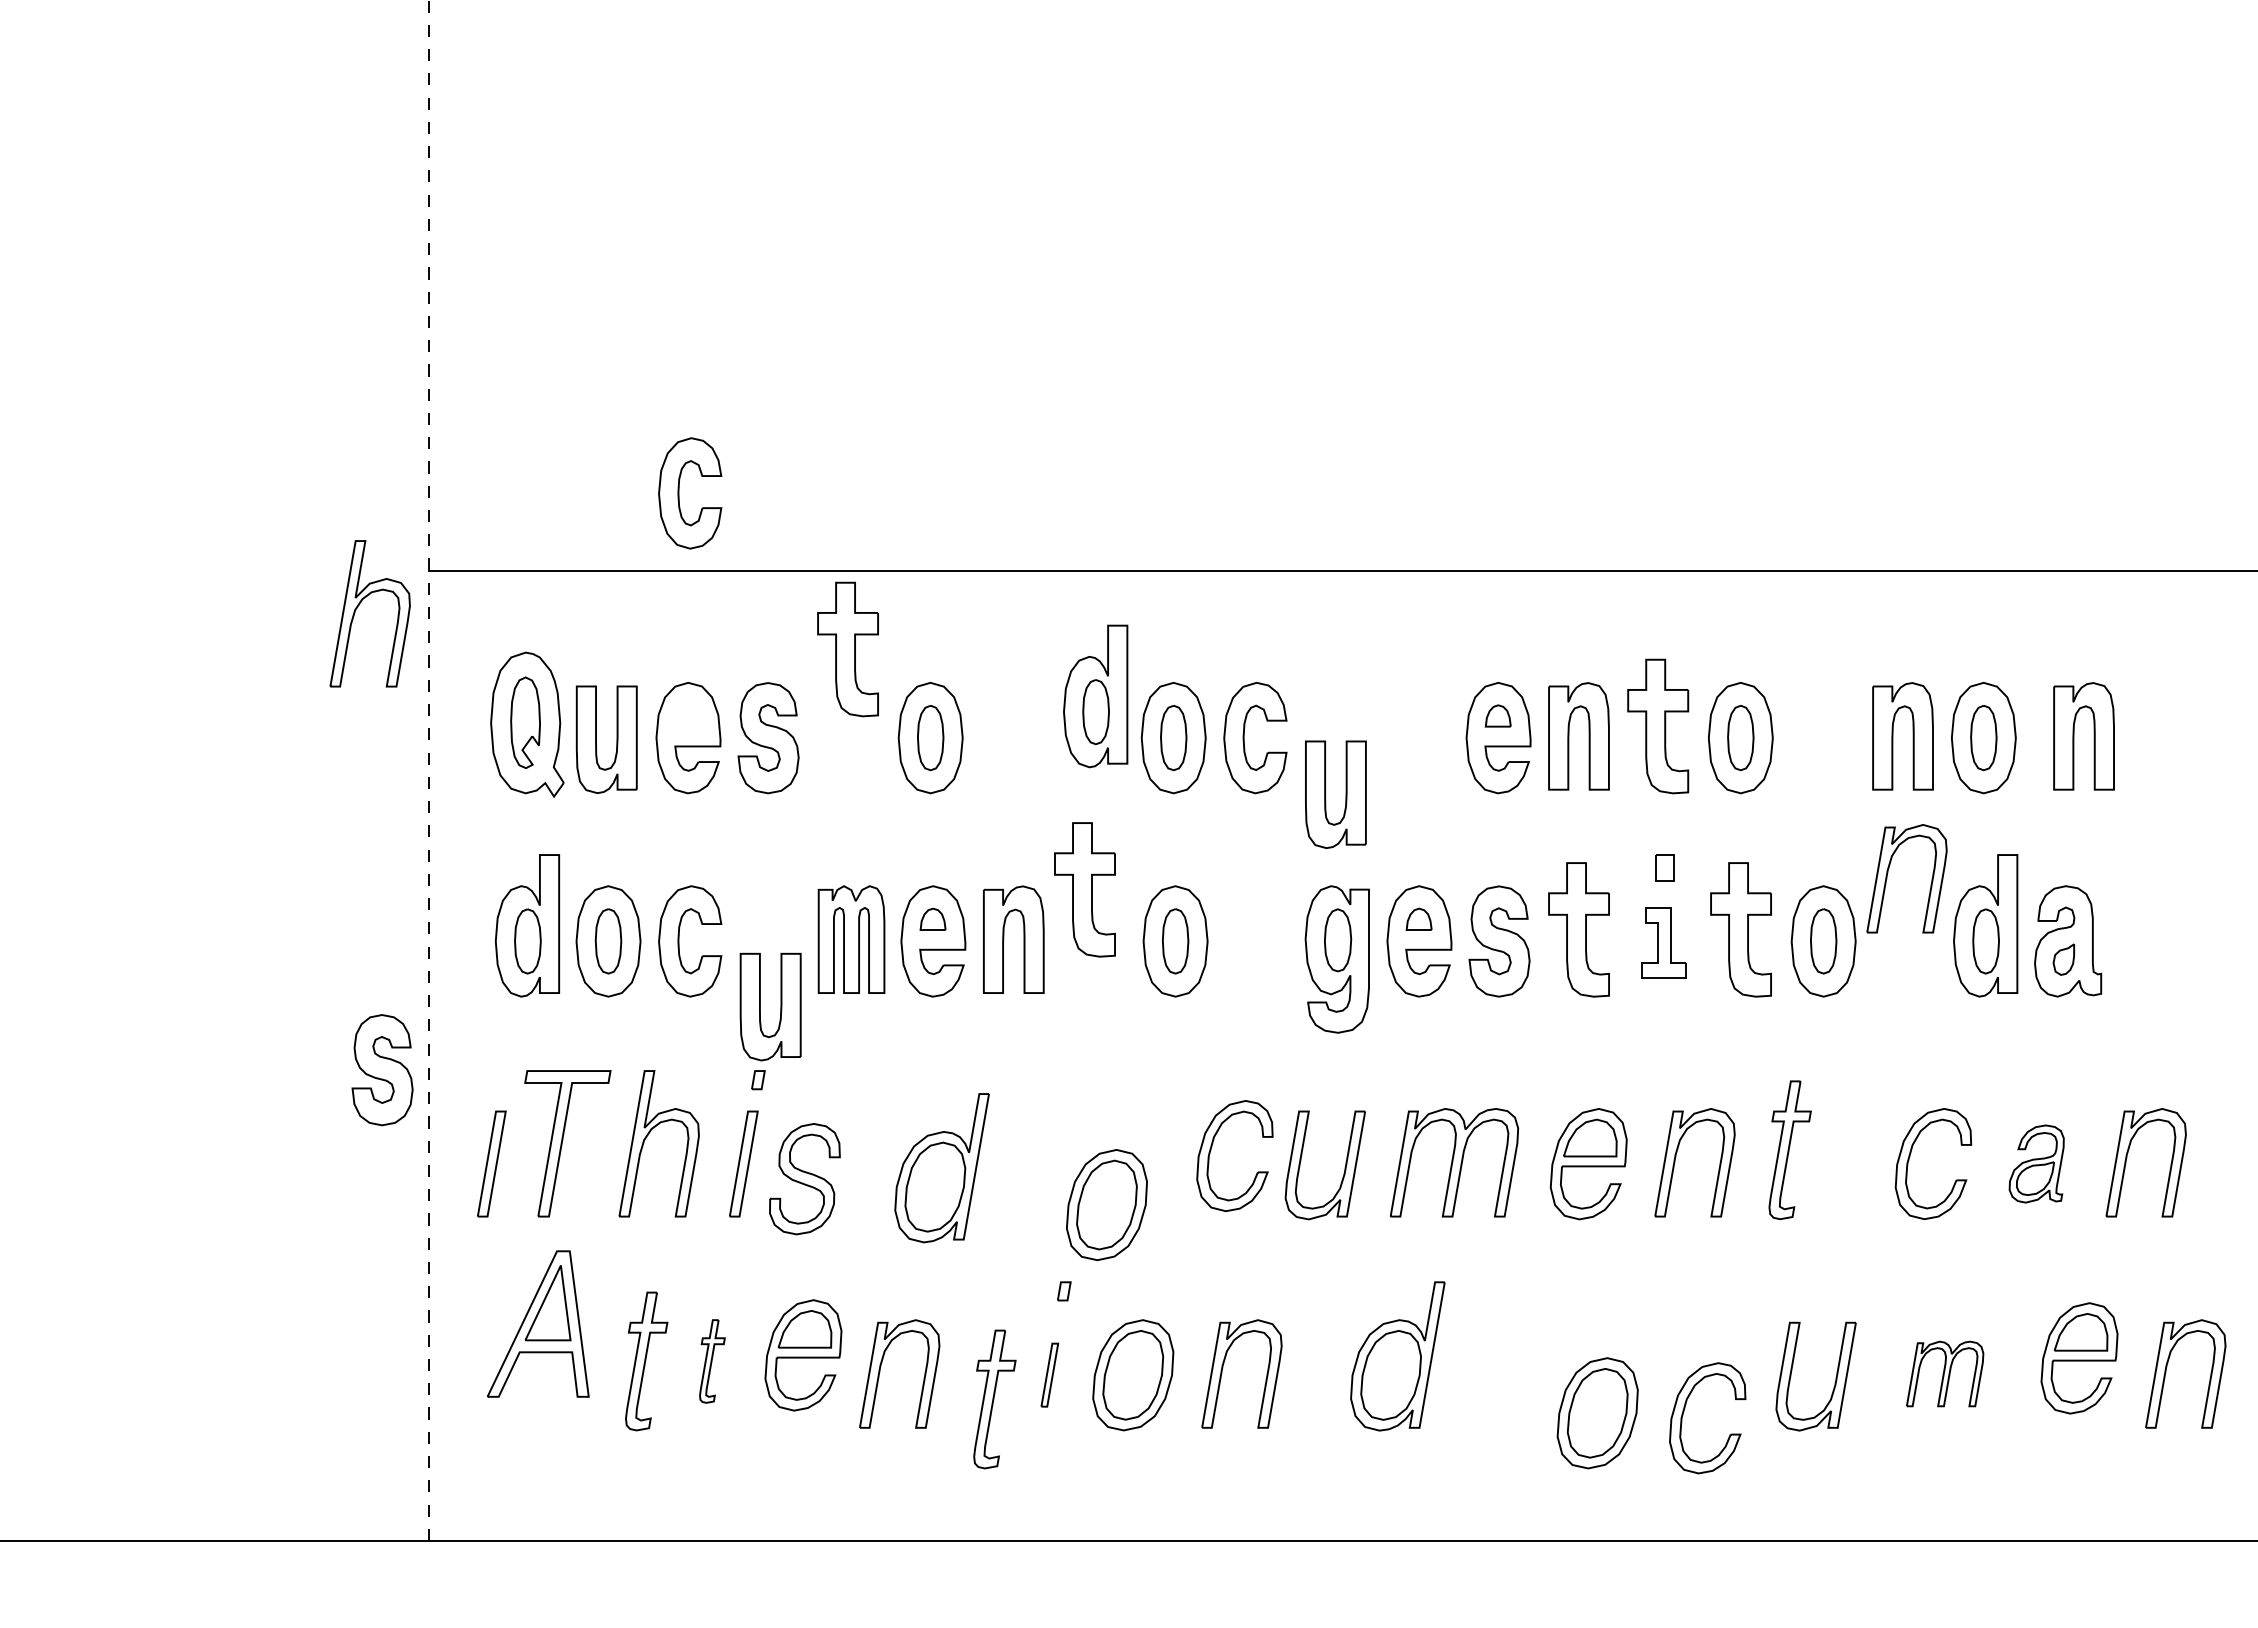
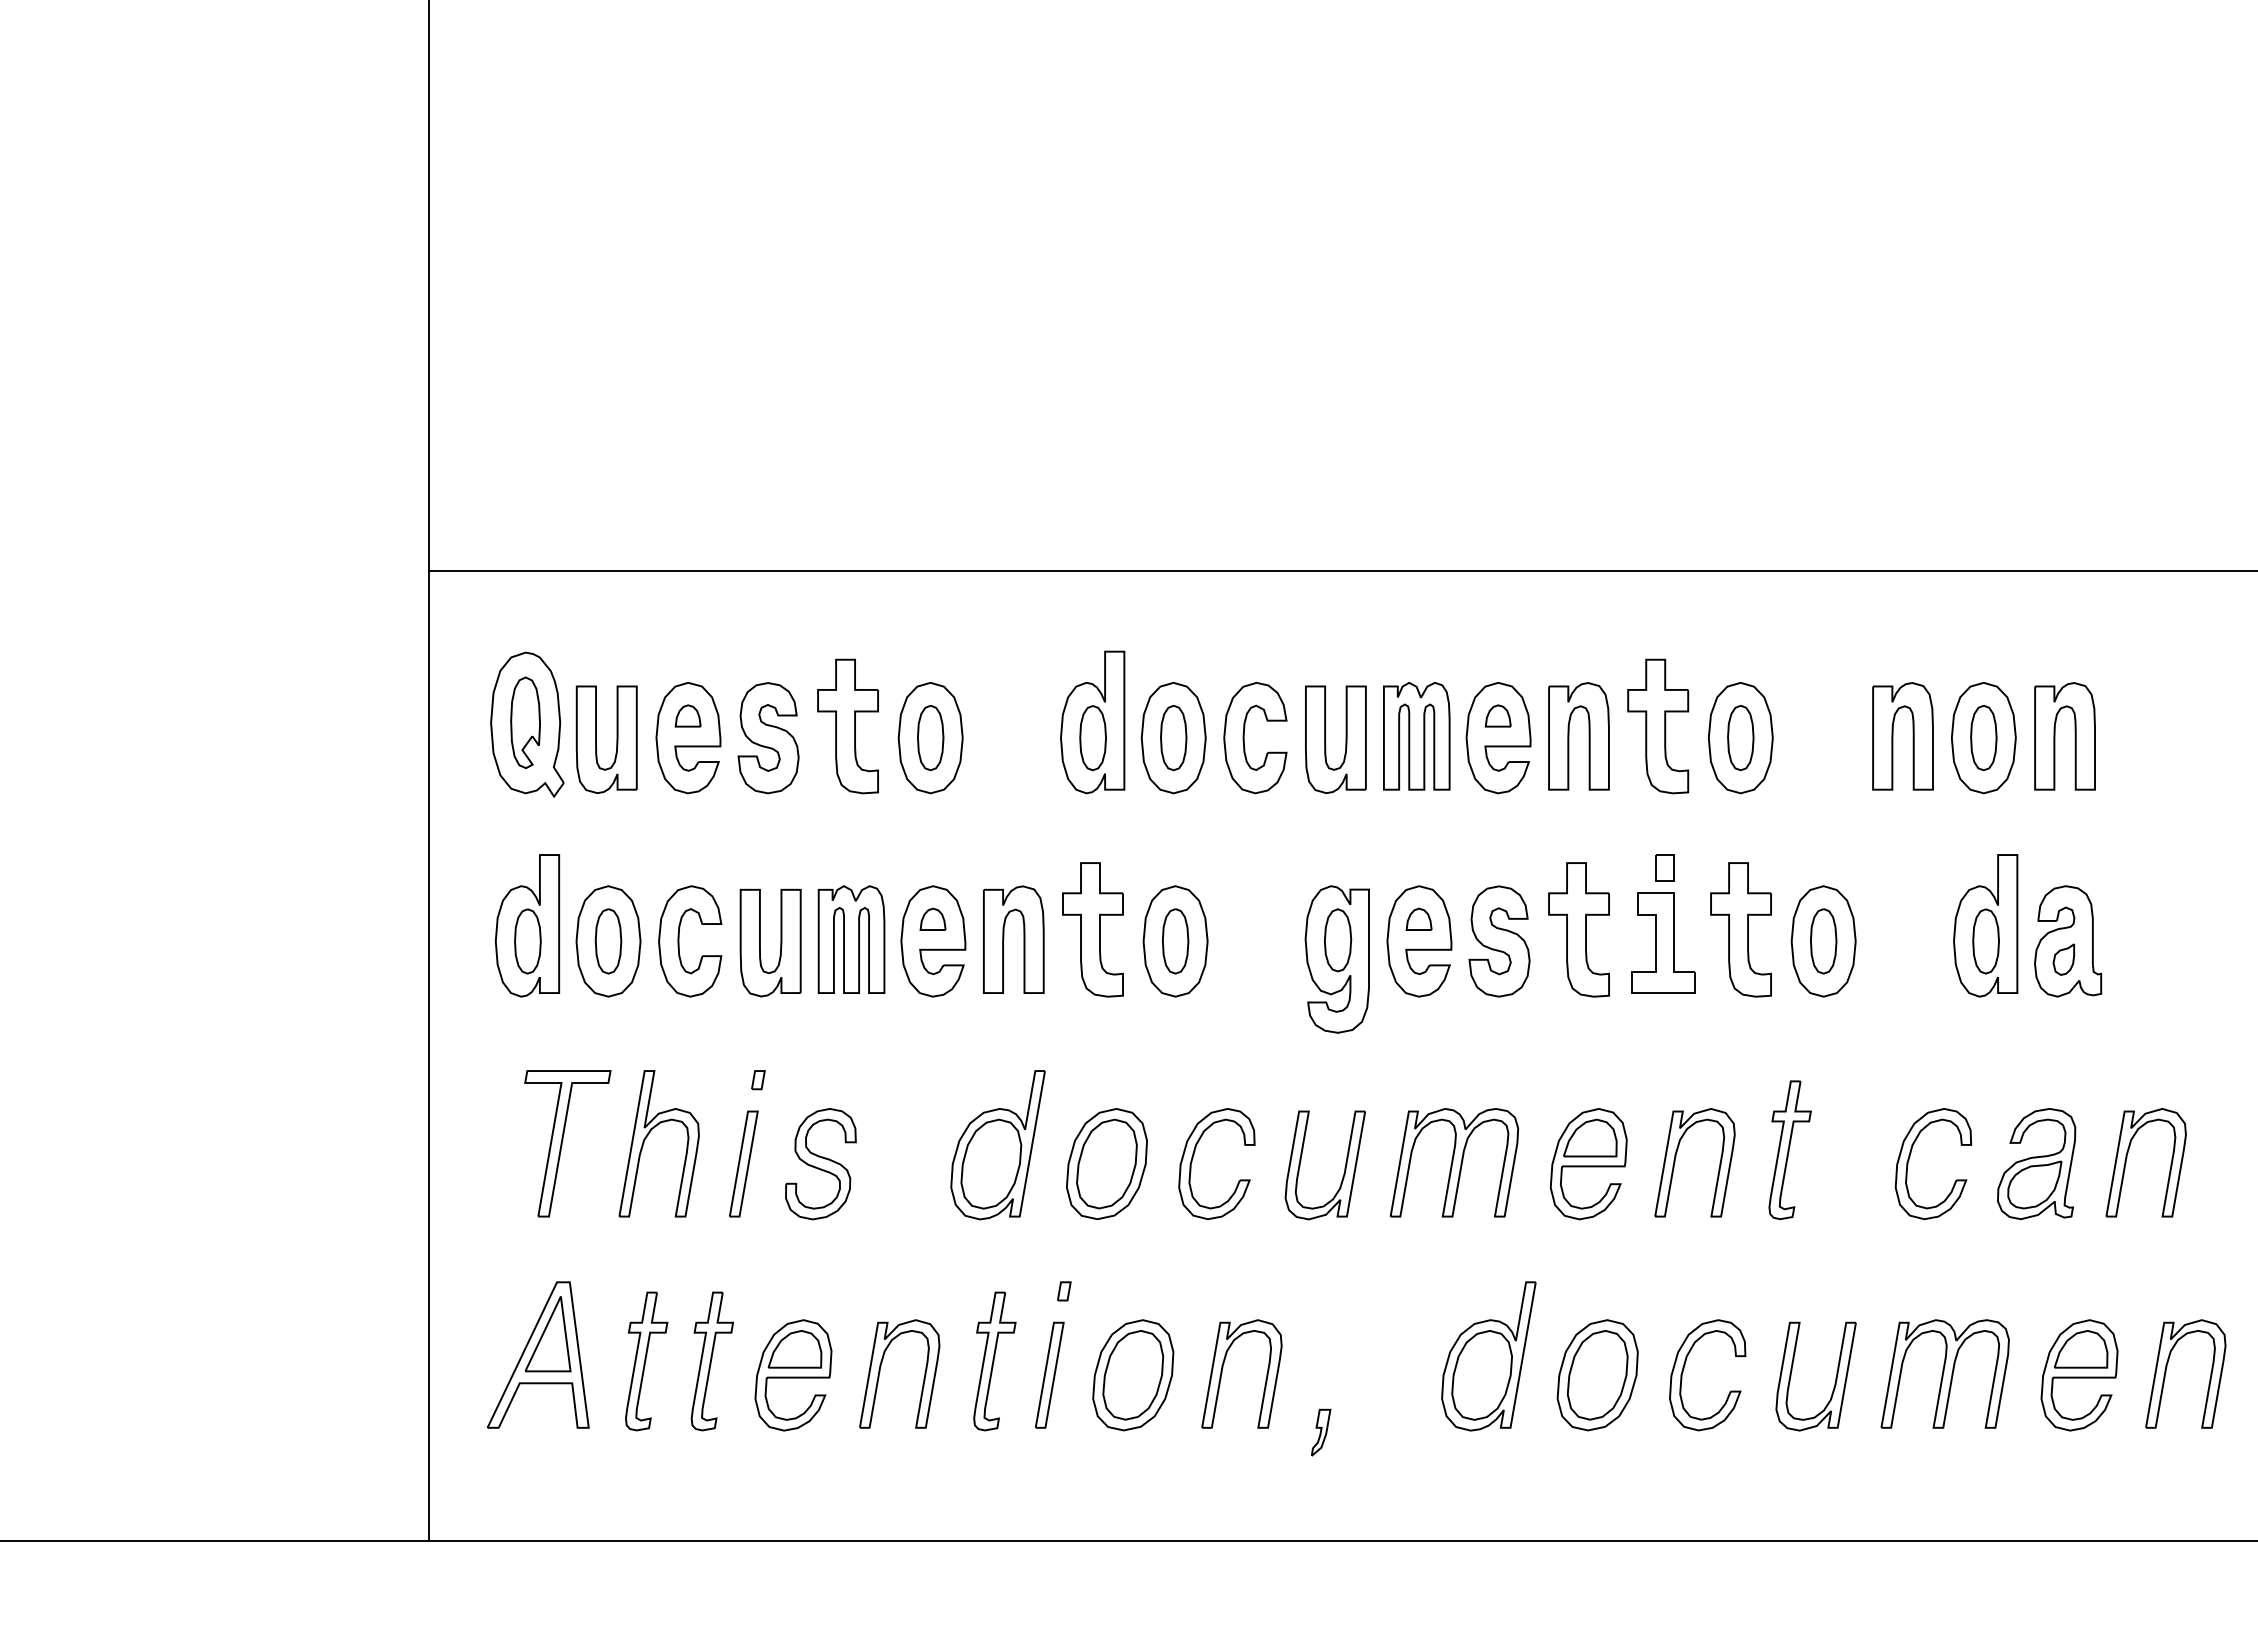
part at (679, 493): present -> none
part at (359, 605): present -> none
part at (847, 649) position: (847, 649) -> (847, 726)
part at (1095, 696) position: (1095, 696) -> (1092, 722)
part at (687, 715): none -> present
part at (1416, 735): none -> present
part at (2074, 736) position: (2074, 736) -> (2055, 736)
line at (428, 770): dashed -> solid
part at (1326, 798) position: (1326, 798) -> (1326, 743)
part at (1888, 873): present -> none
part at (1084, 889) position: (1084, 889) -> (1092, 929)
part at (1663, 942) size: 46x72 px -> 65x102 px
part at (760, 1006) position: (760, 1006) -> (760, 942)
part at (382, 1070): present -> none
part at (1211, 1150) position: (1211, 1150) -> (1193, 1158)
part at (491, 1163): present -> none
part at (2036, 1163) size: 57x80 px -> 80x112 px
part at (941, 1168) position: (941, 1168) -> (997, 1145)
part at (804, 1179) position: (804, 1179) -> (820, 1164)
part at (1106, 1205) position: (1106, 1205) -> (1106, 1164)
part at (538, 1323) position: (538, 1323) -> (538, 1354)
part at (803, 1355) position: (803, 1355) -> (793, 1375)
part at (1397, 1356) position: (1397, 1356) -> (1488, 1356)
part at (2079, 1358) position: (2079, 1358) -> (2079, 1375)
part at (712, 1361) size: 27x85 px -> 45x141 px
part at (1945, 1373) size: 79x68 px -> 130x110 px
part at (1049, 1374) size: 20x66 px -> 30x108 px
part at (994, 1399) position: (994, 1399) -> (994, 1361)
part at (1684, 1412) position: (1684, 1412) -> (1684, 1369)
part at (1597, 1413) position: (1597, 1413) -> (1597, 1375)
part at (1320, 1432): none -> present
